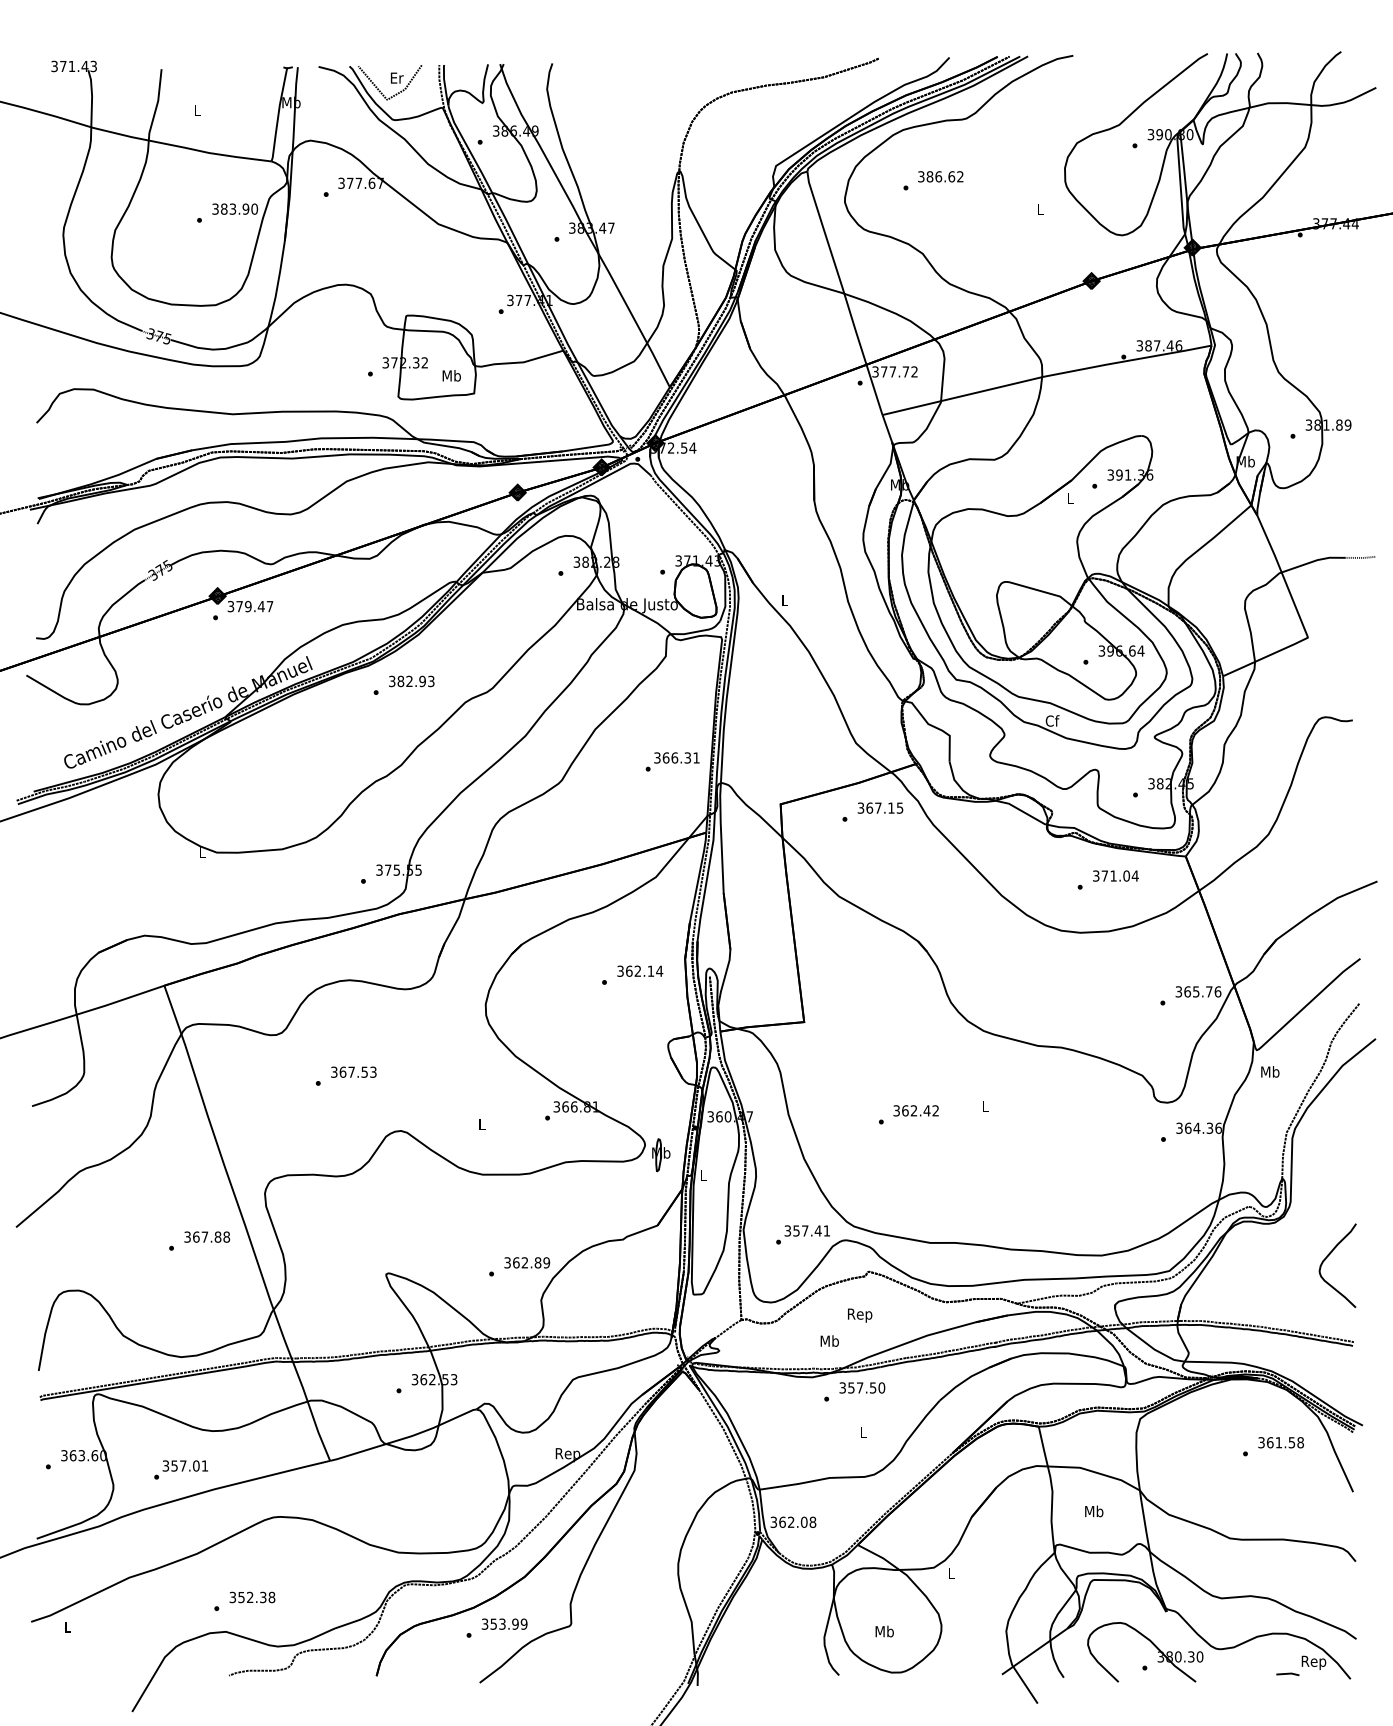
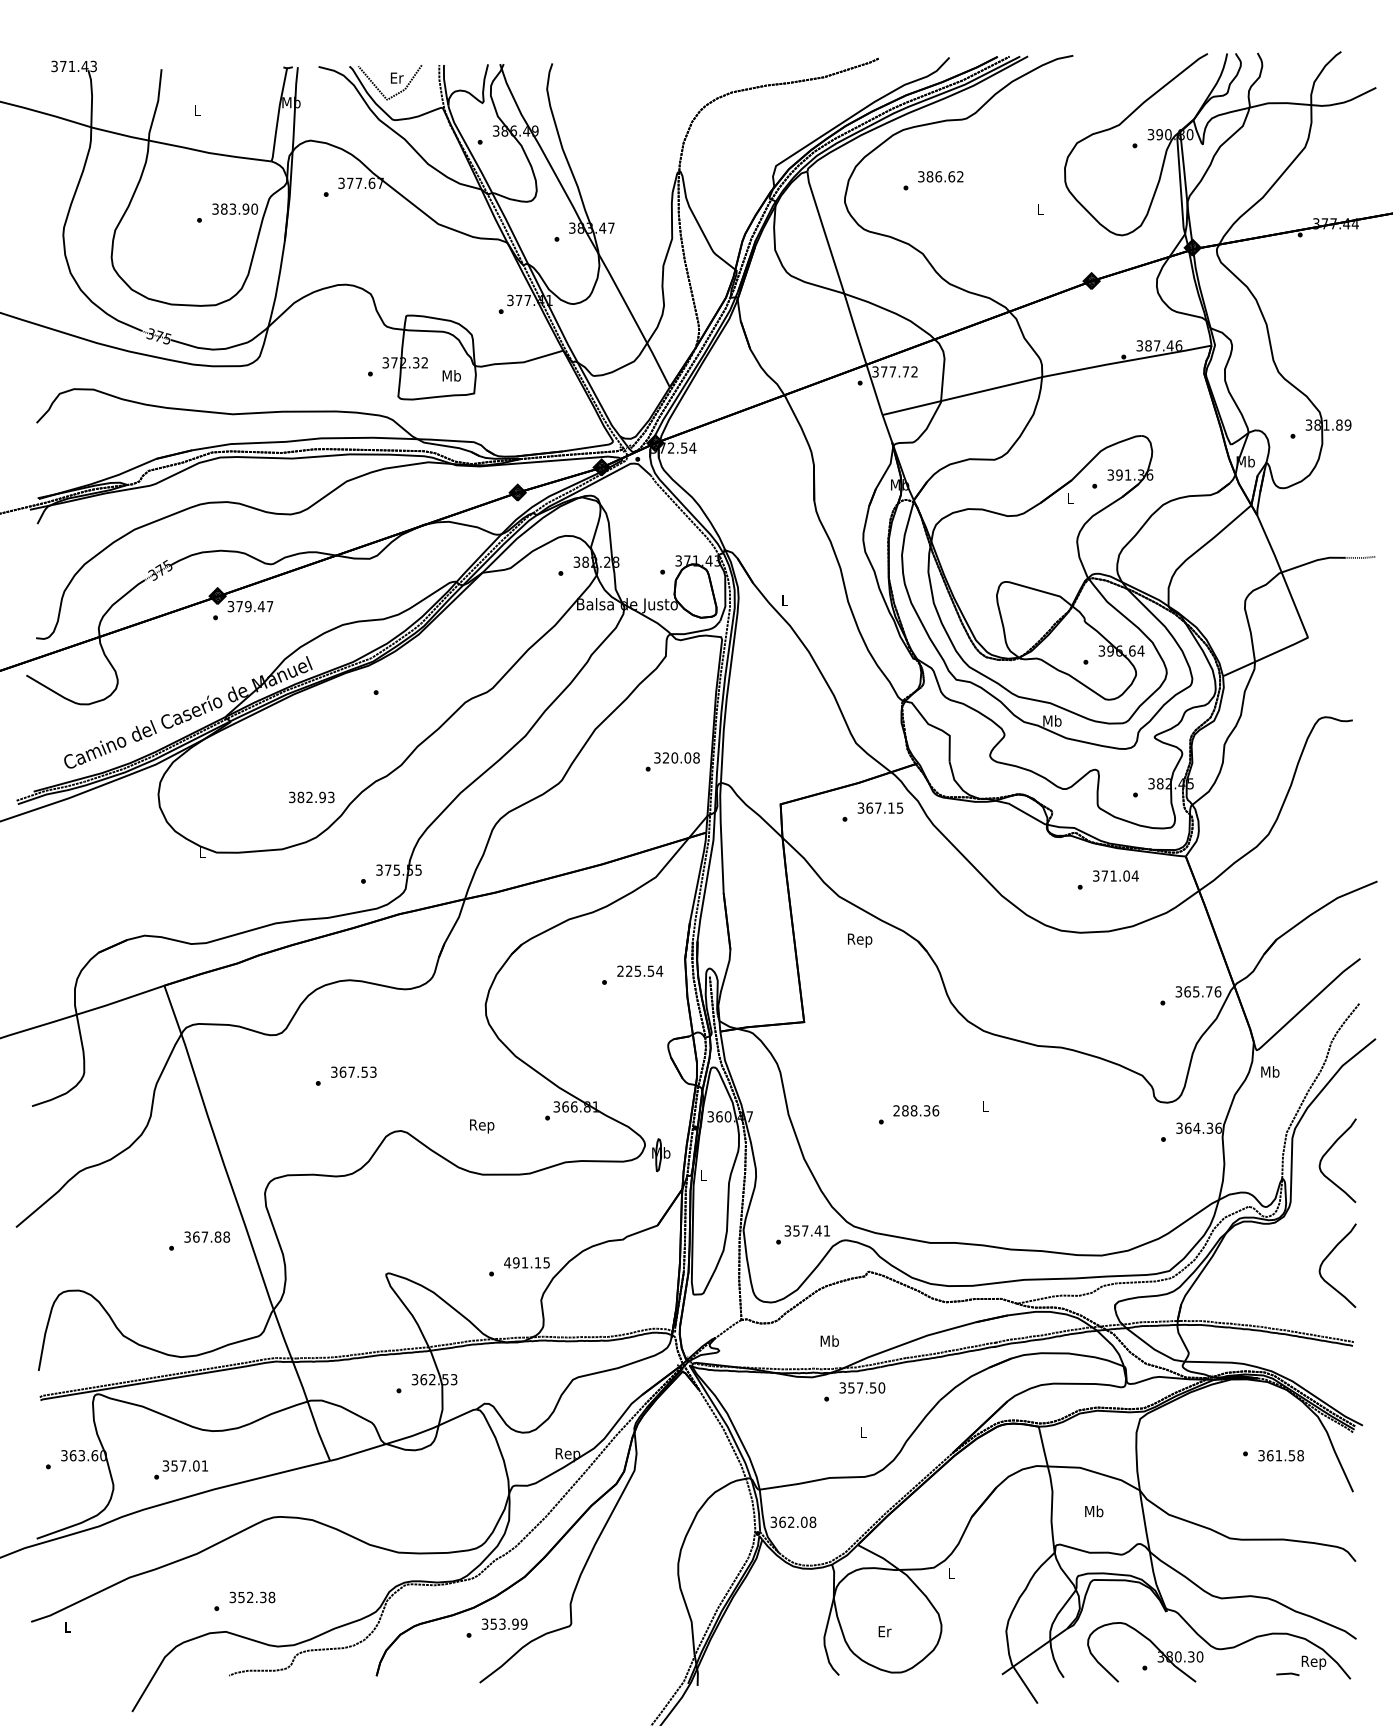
text at (411, 681) position: (411, 681) -> (311, 797)
text at (1052, 720): Cf -> Mb
text at (680, 757): 366.31 -> 320.08
text at (635, 970): 362.14 -> 225.54
text at (916, 1110): 362.42 -> 288.36
text at (482, 1126): L -> Rep
curve at (1326, 1154): none -> present
text at (527, 1262): 362.89 -> 491.15
text at (860, 1315) position: (860, 1315) -> (860, 940)
text at (1280, 1442) position: (1280, 1442) -> (1280, 1455)
text at (884, 1631): Mb -> Er
